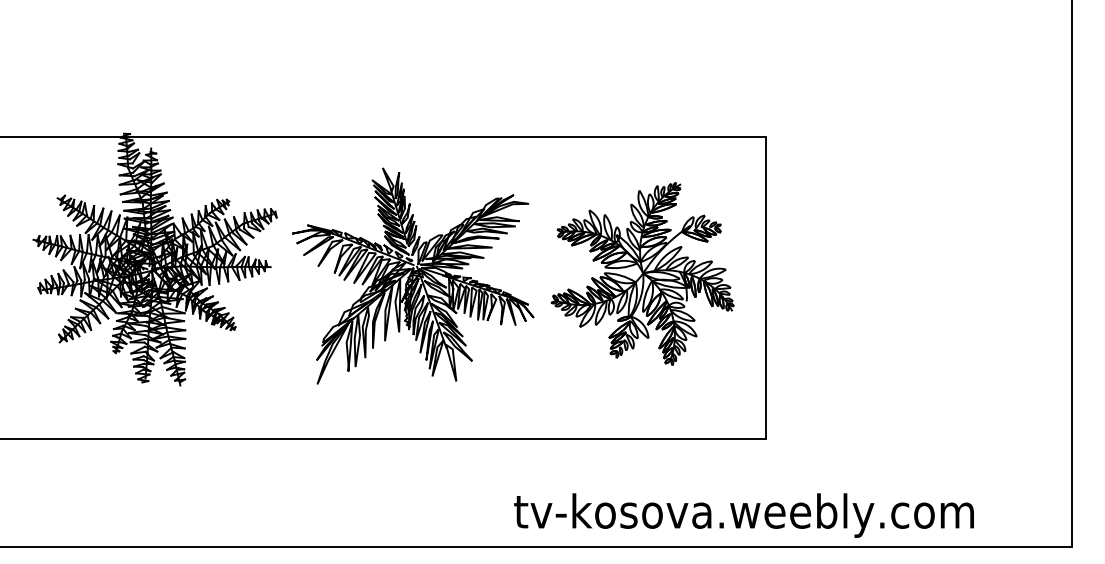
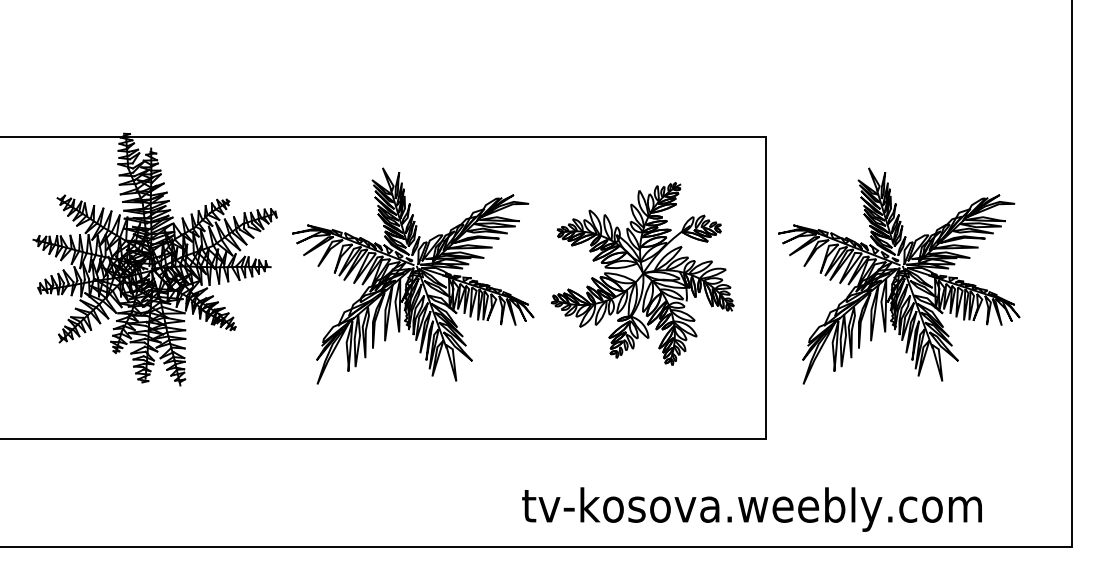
part at (899, 275): none -> present
text at (743, 515) position: (743, 515) -> (751, 509)
